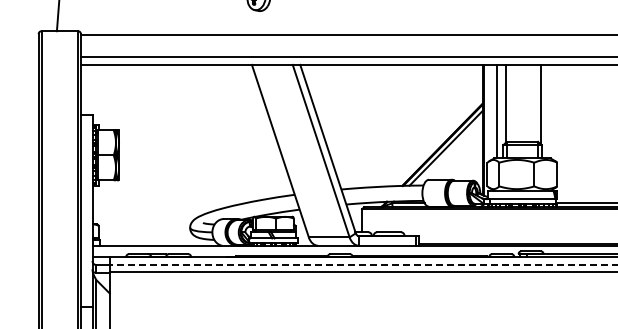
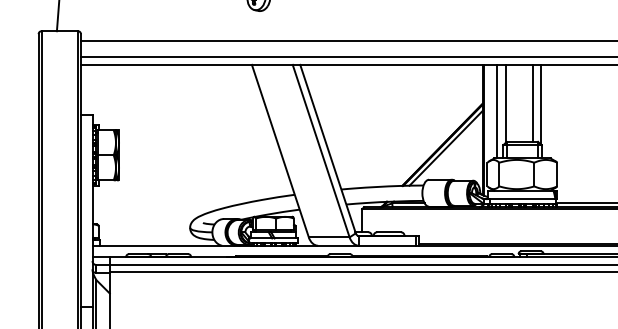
line at (347, 35) position: (347, 35) -> (347, 41)
line at (532, 102): none -> present
line at (363, 264): dashed -> solid
